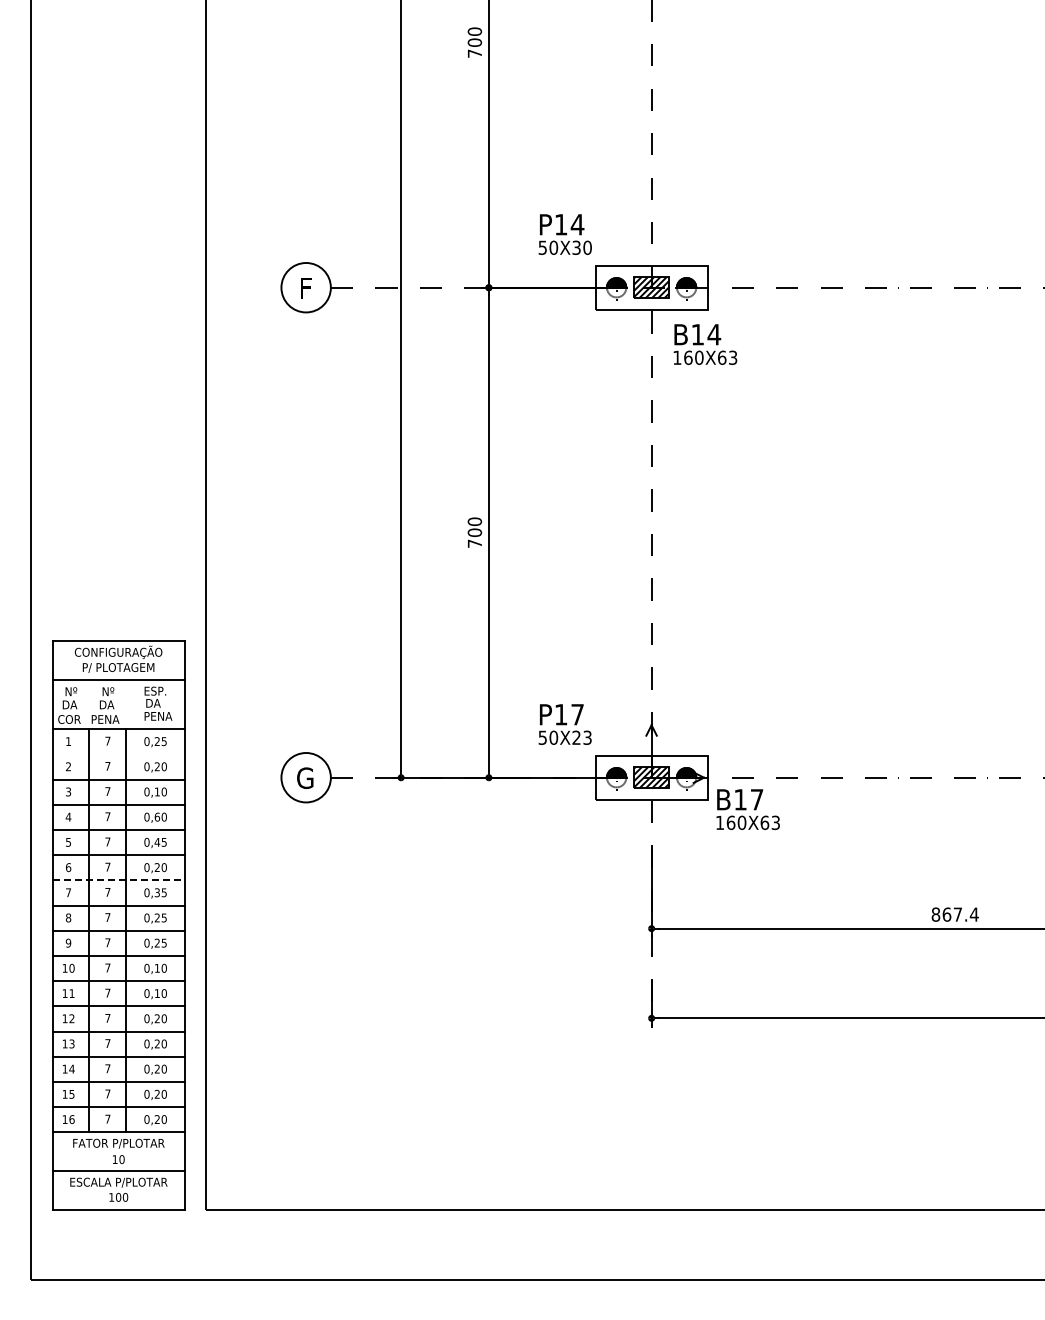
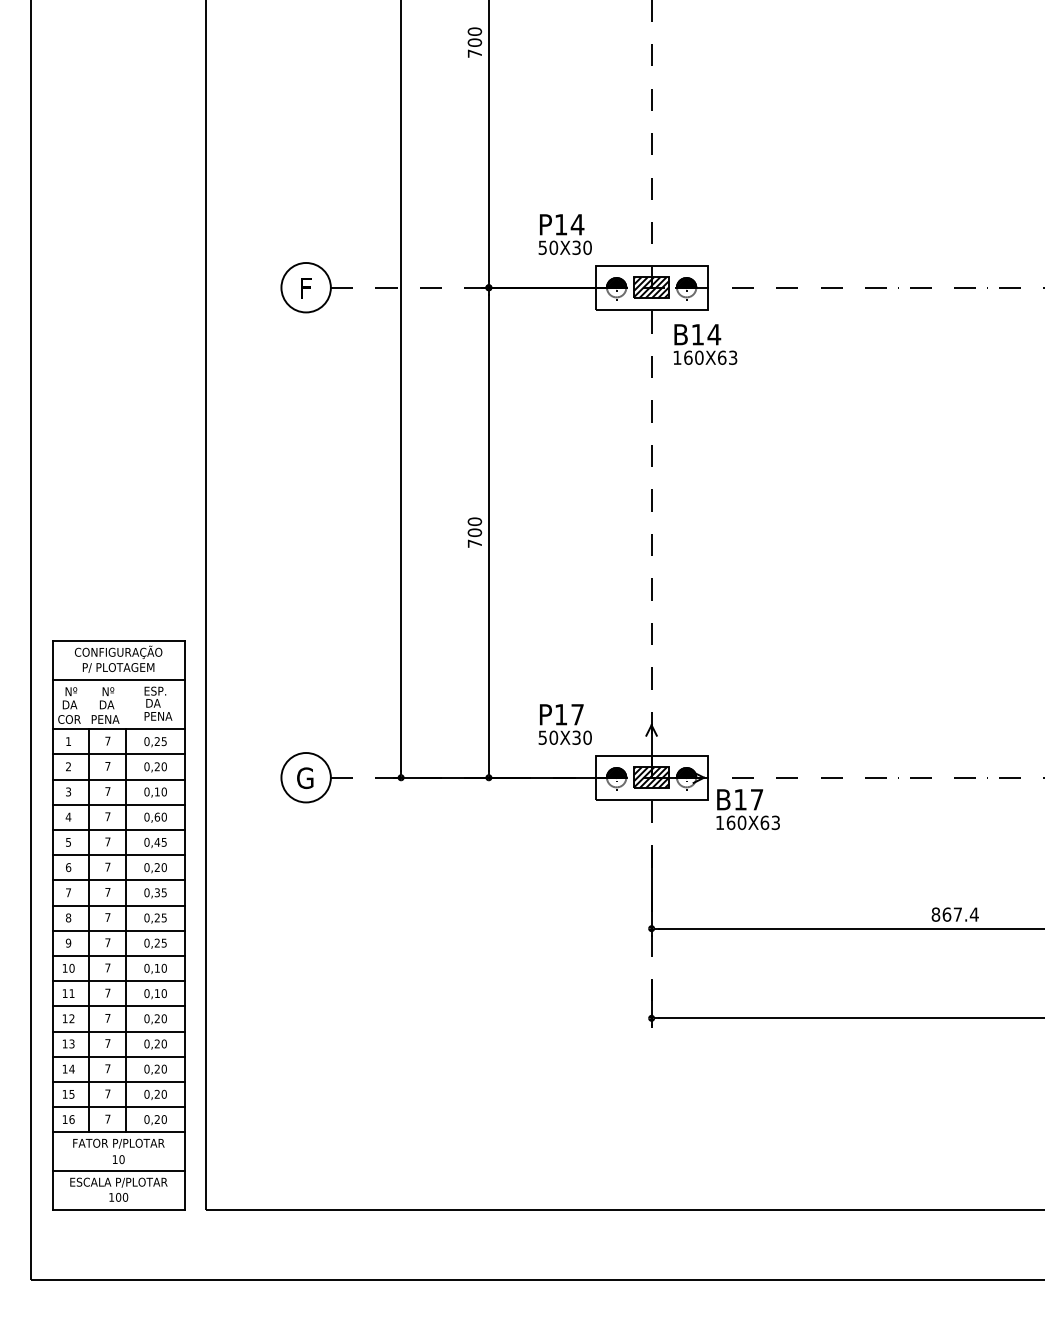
text at (581, 737): 50X23 -> 50X30
line at (118, 754): none -> present
line at (119, 880): dashed -> solid
